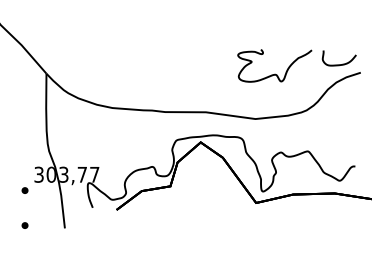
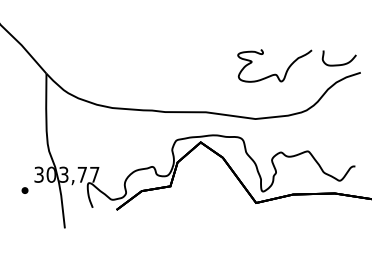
part at (24, 225): present -> none
